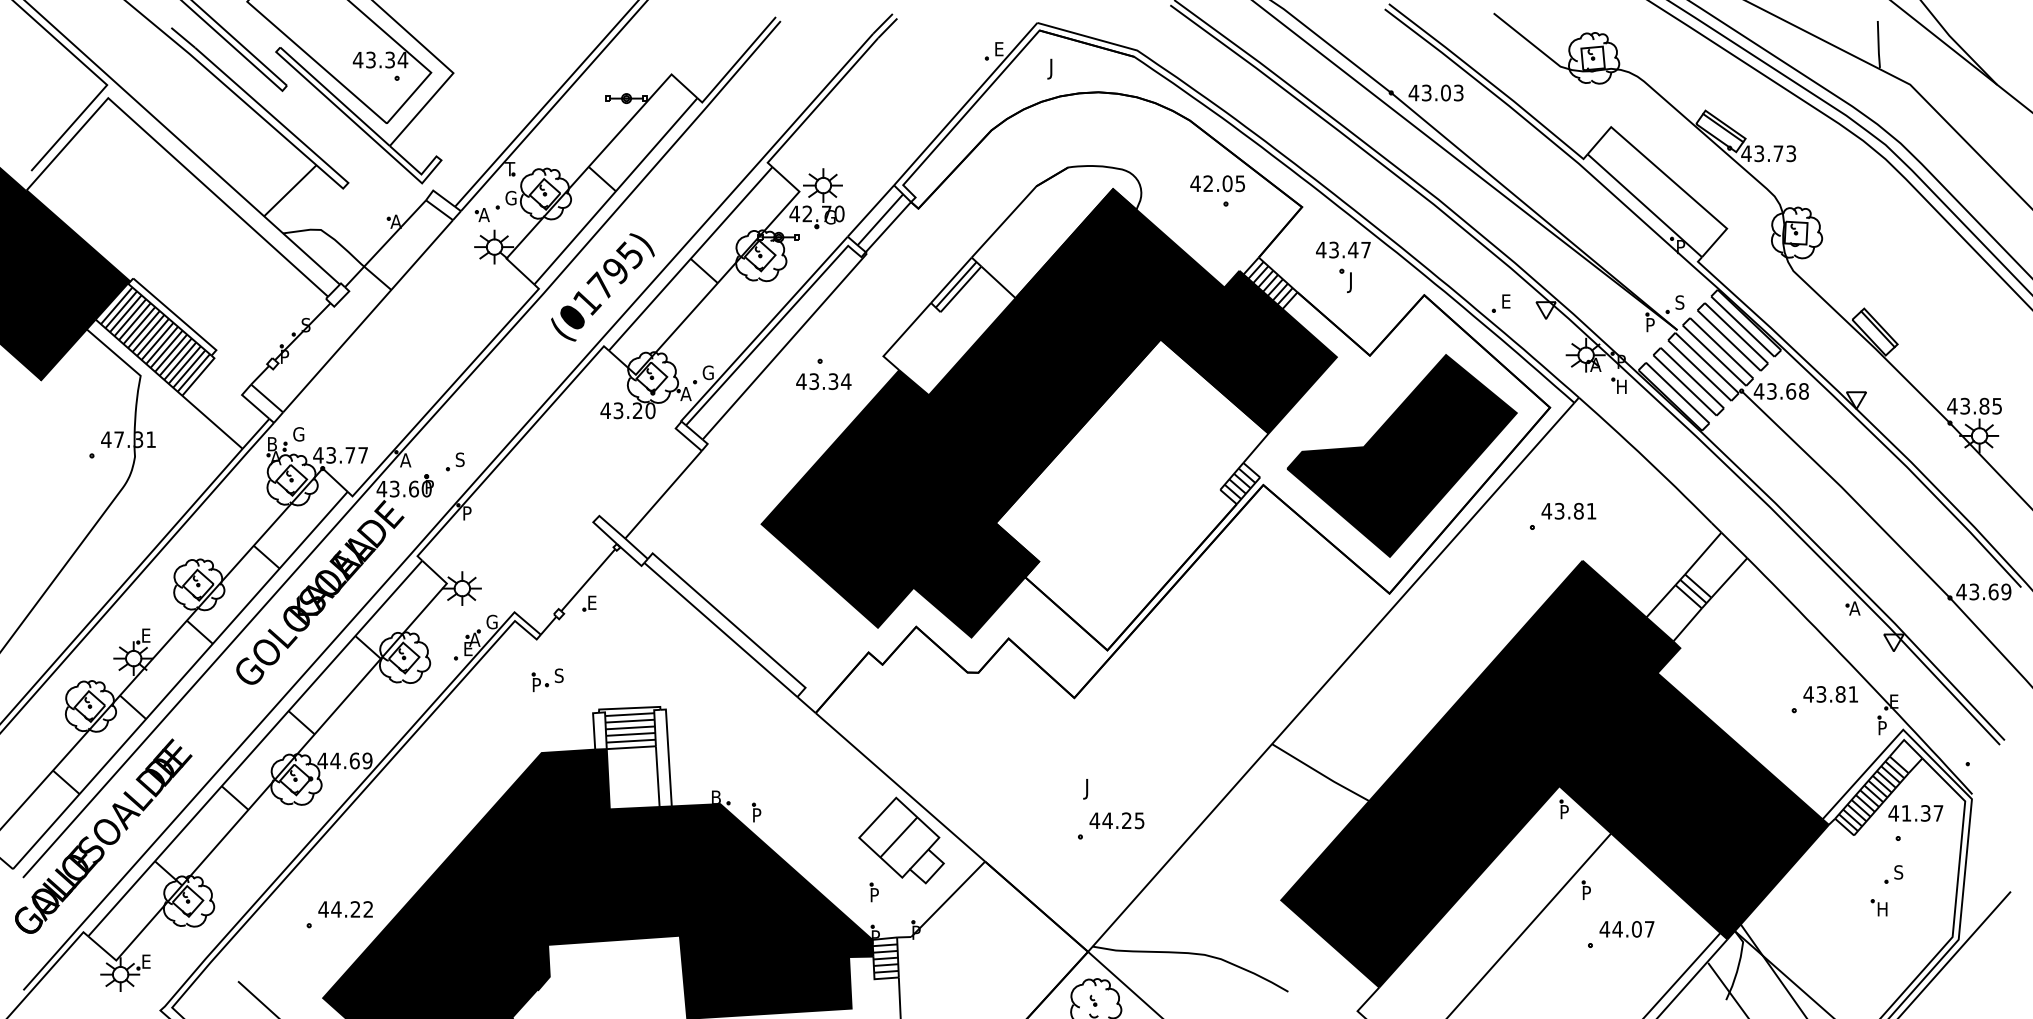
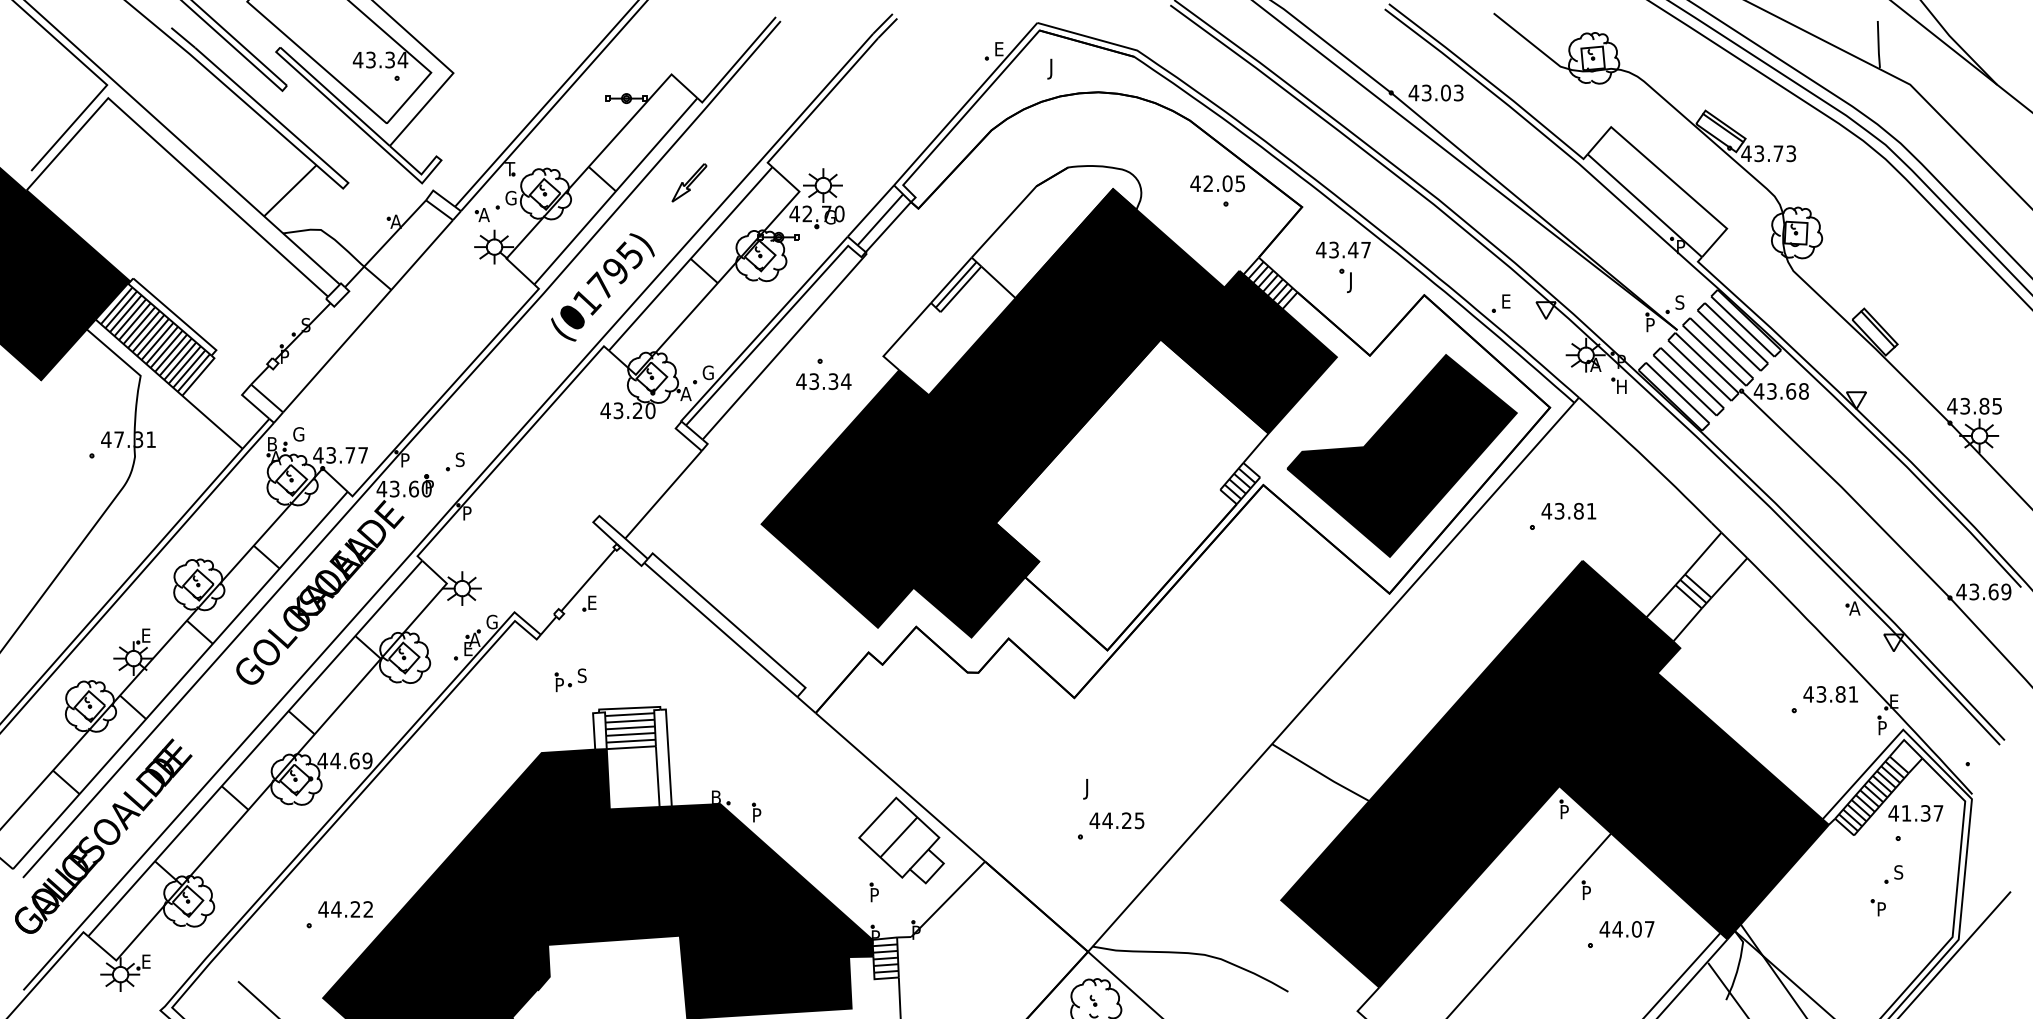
part at (689, 182): none -> present
text at (405, 460): A -> P
part at (547, 680) position: (547, 680) -> (570, 680)
text at (1883, 909): H -> P
